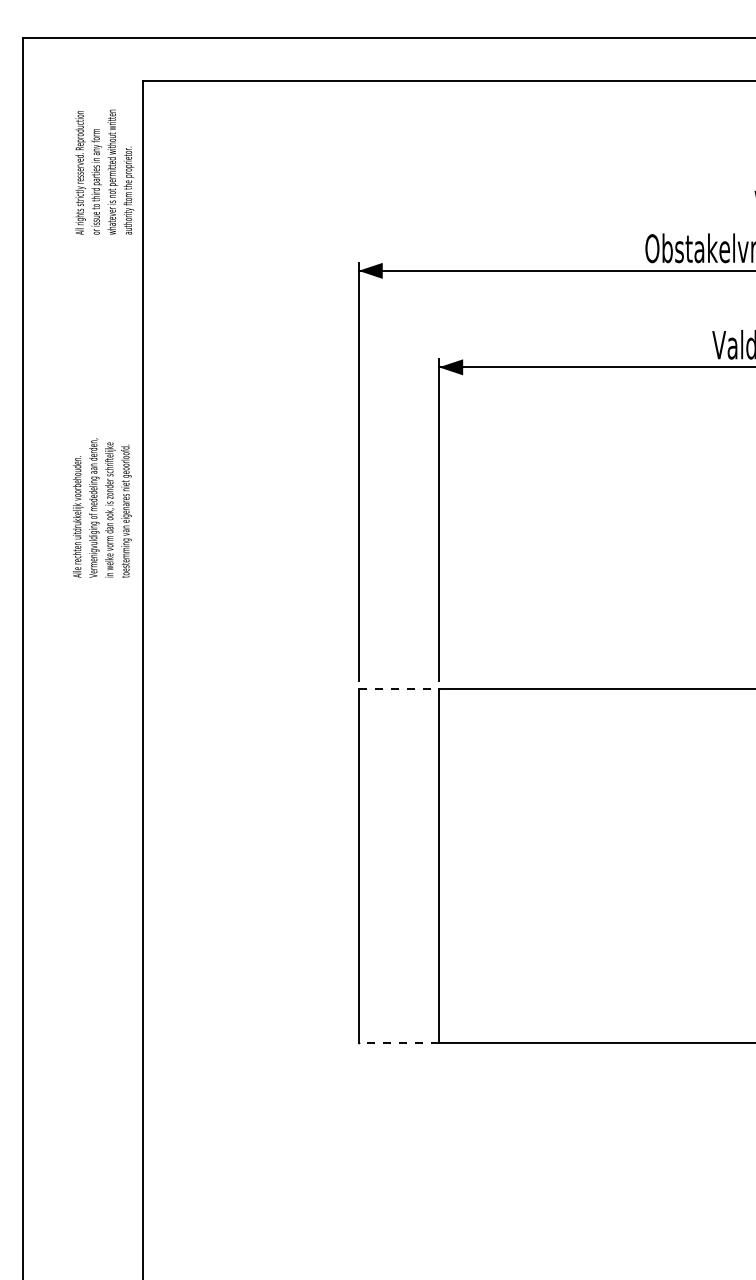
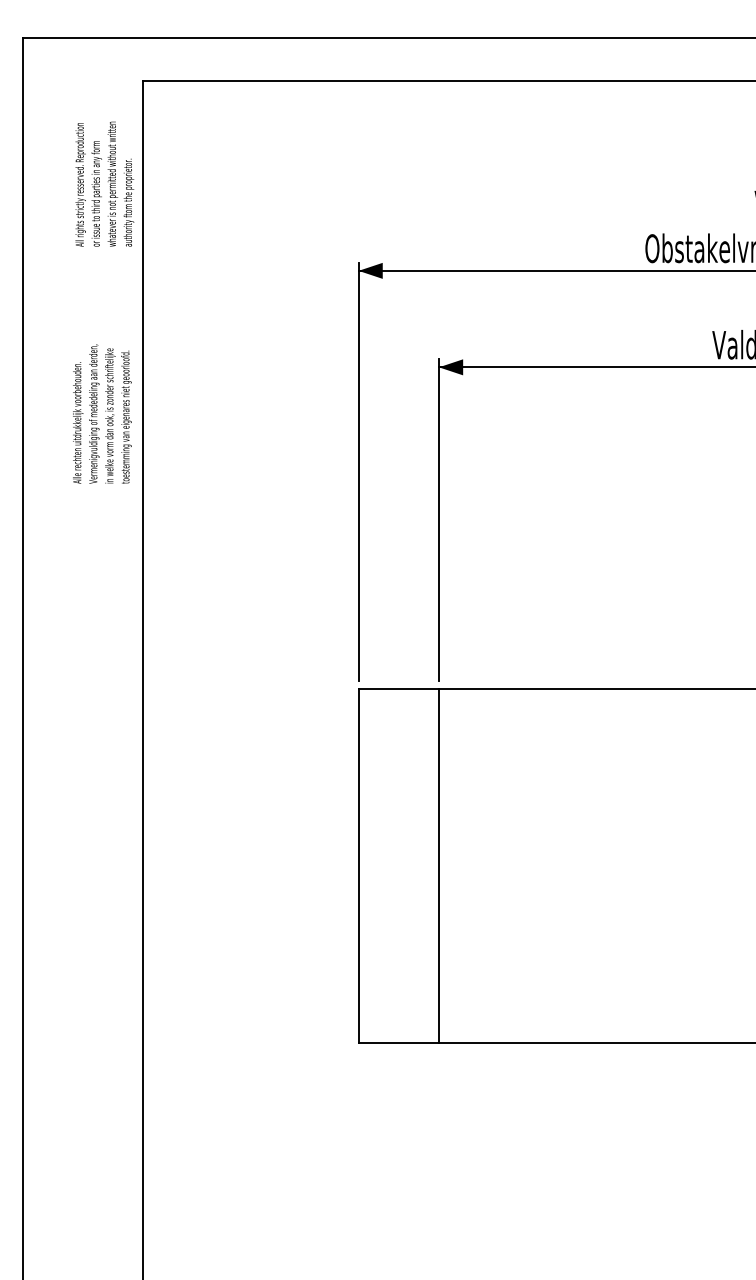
text at (104, 171) position: (104, 171) -> (104, 183)
text at (102, 507) position: (102, 507) -> (102, 413)
line at (399, 688): dashed -> solid
line at (398, 1042): dashed -> solid
